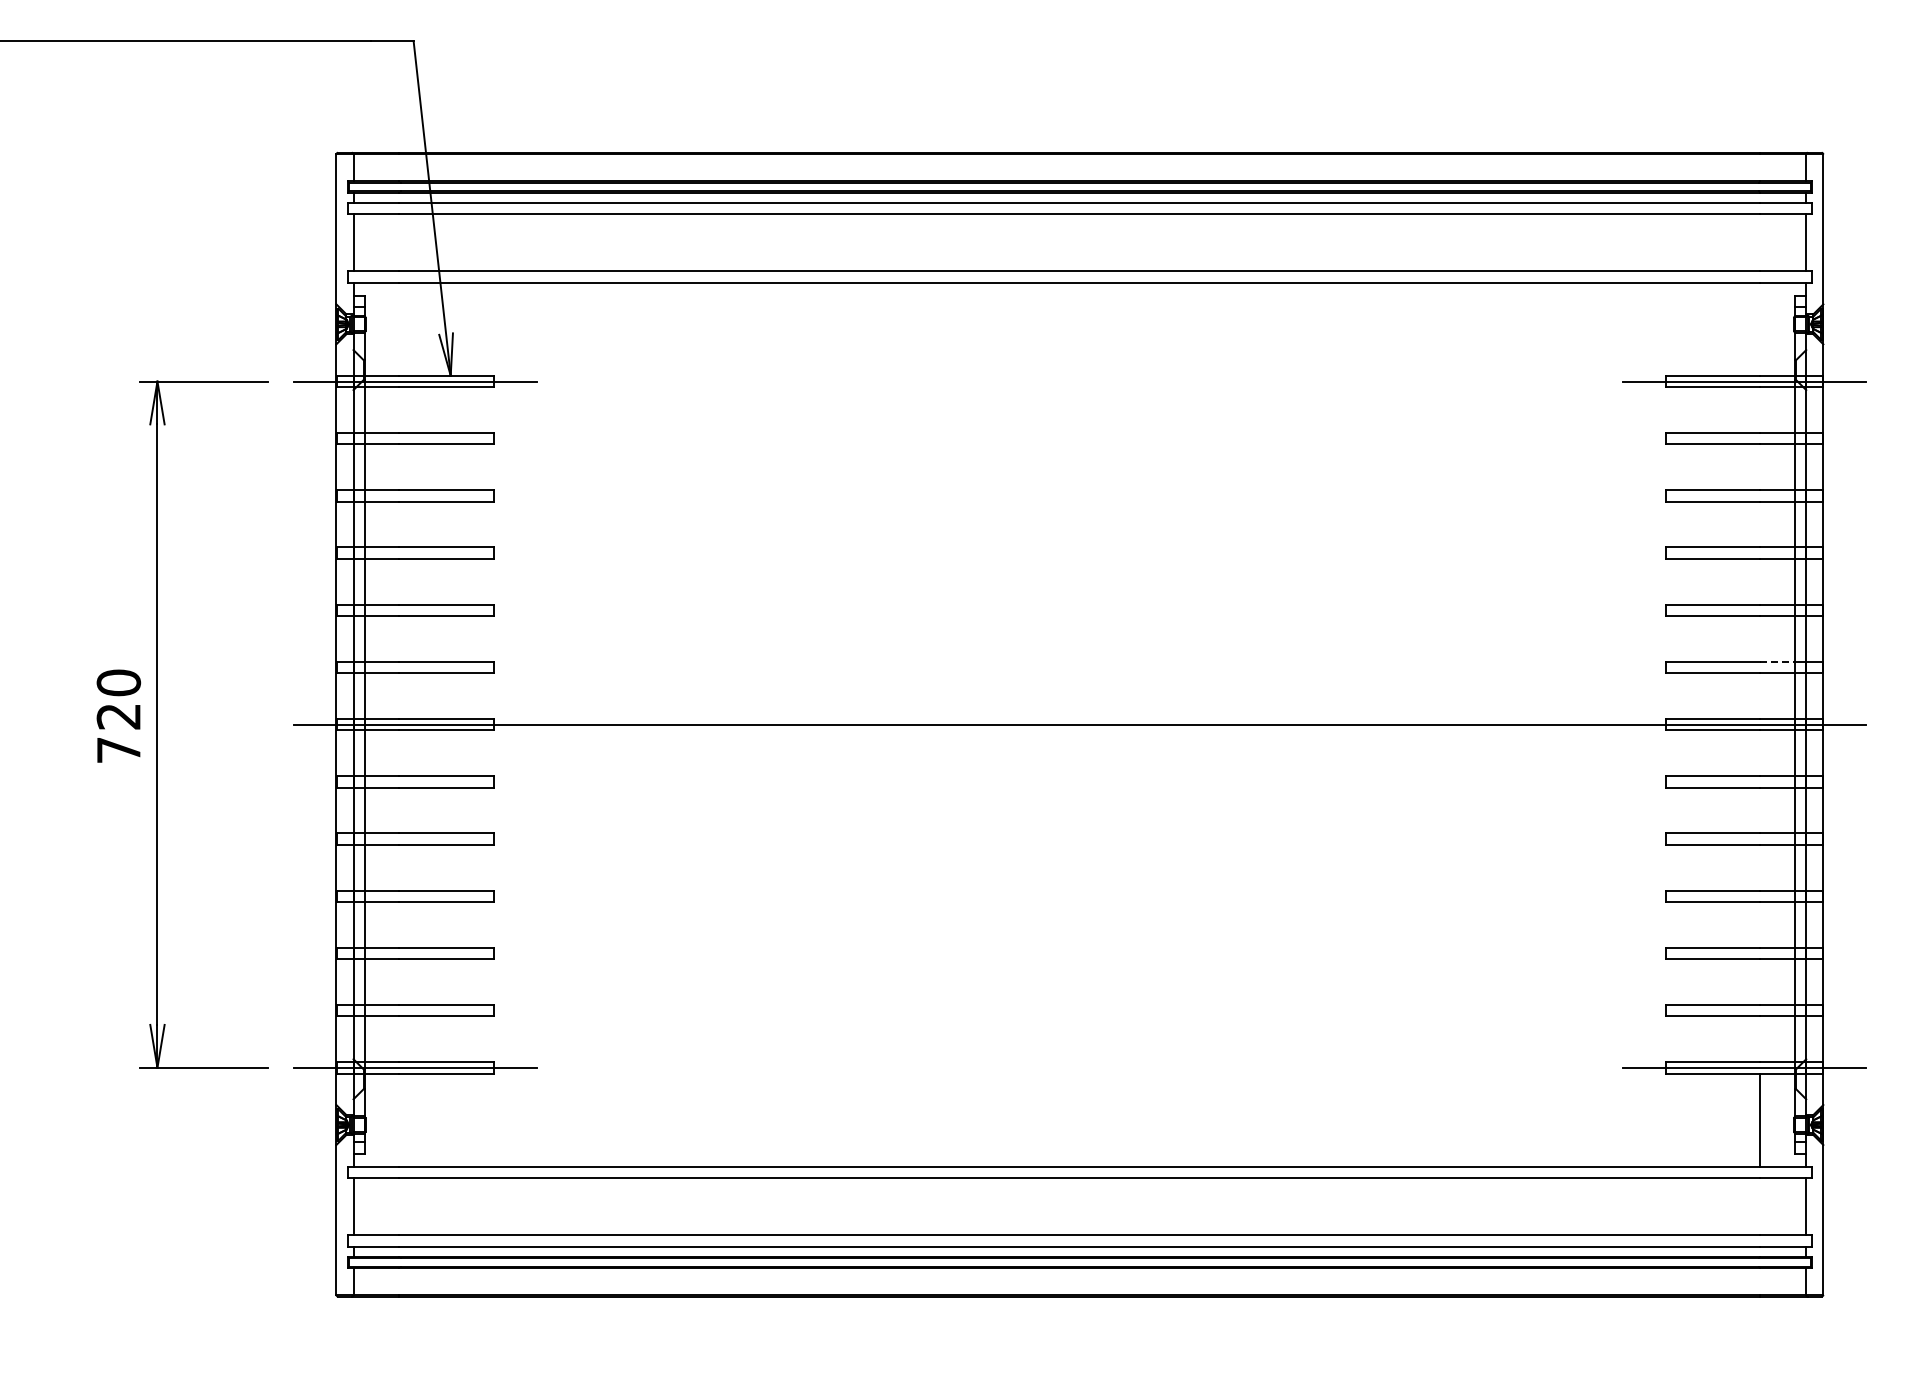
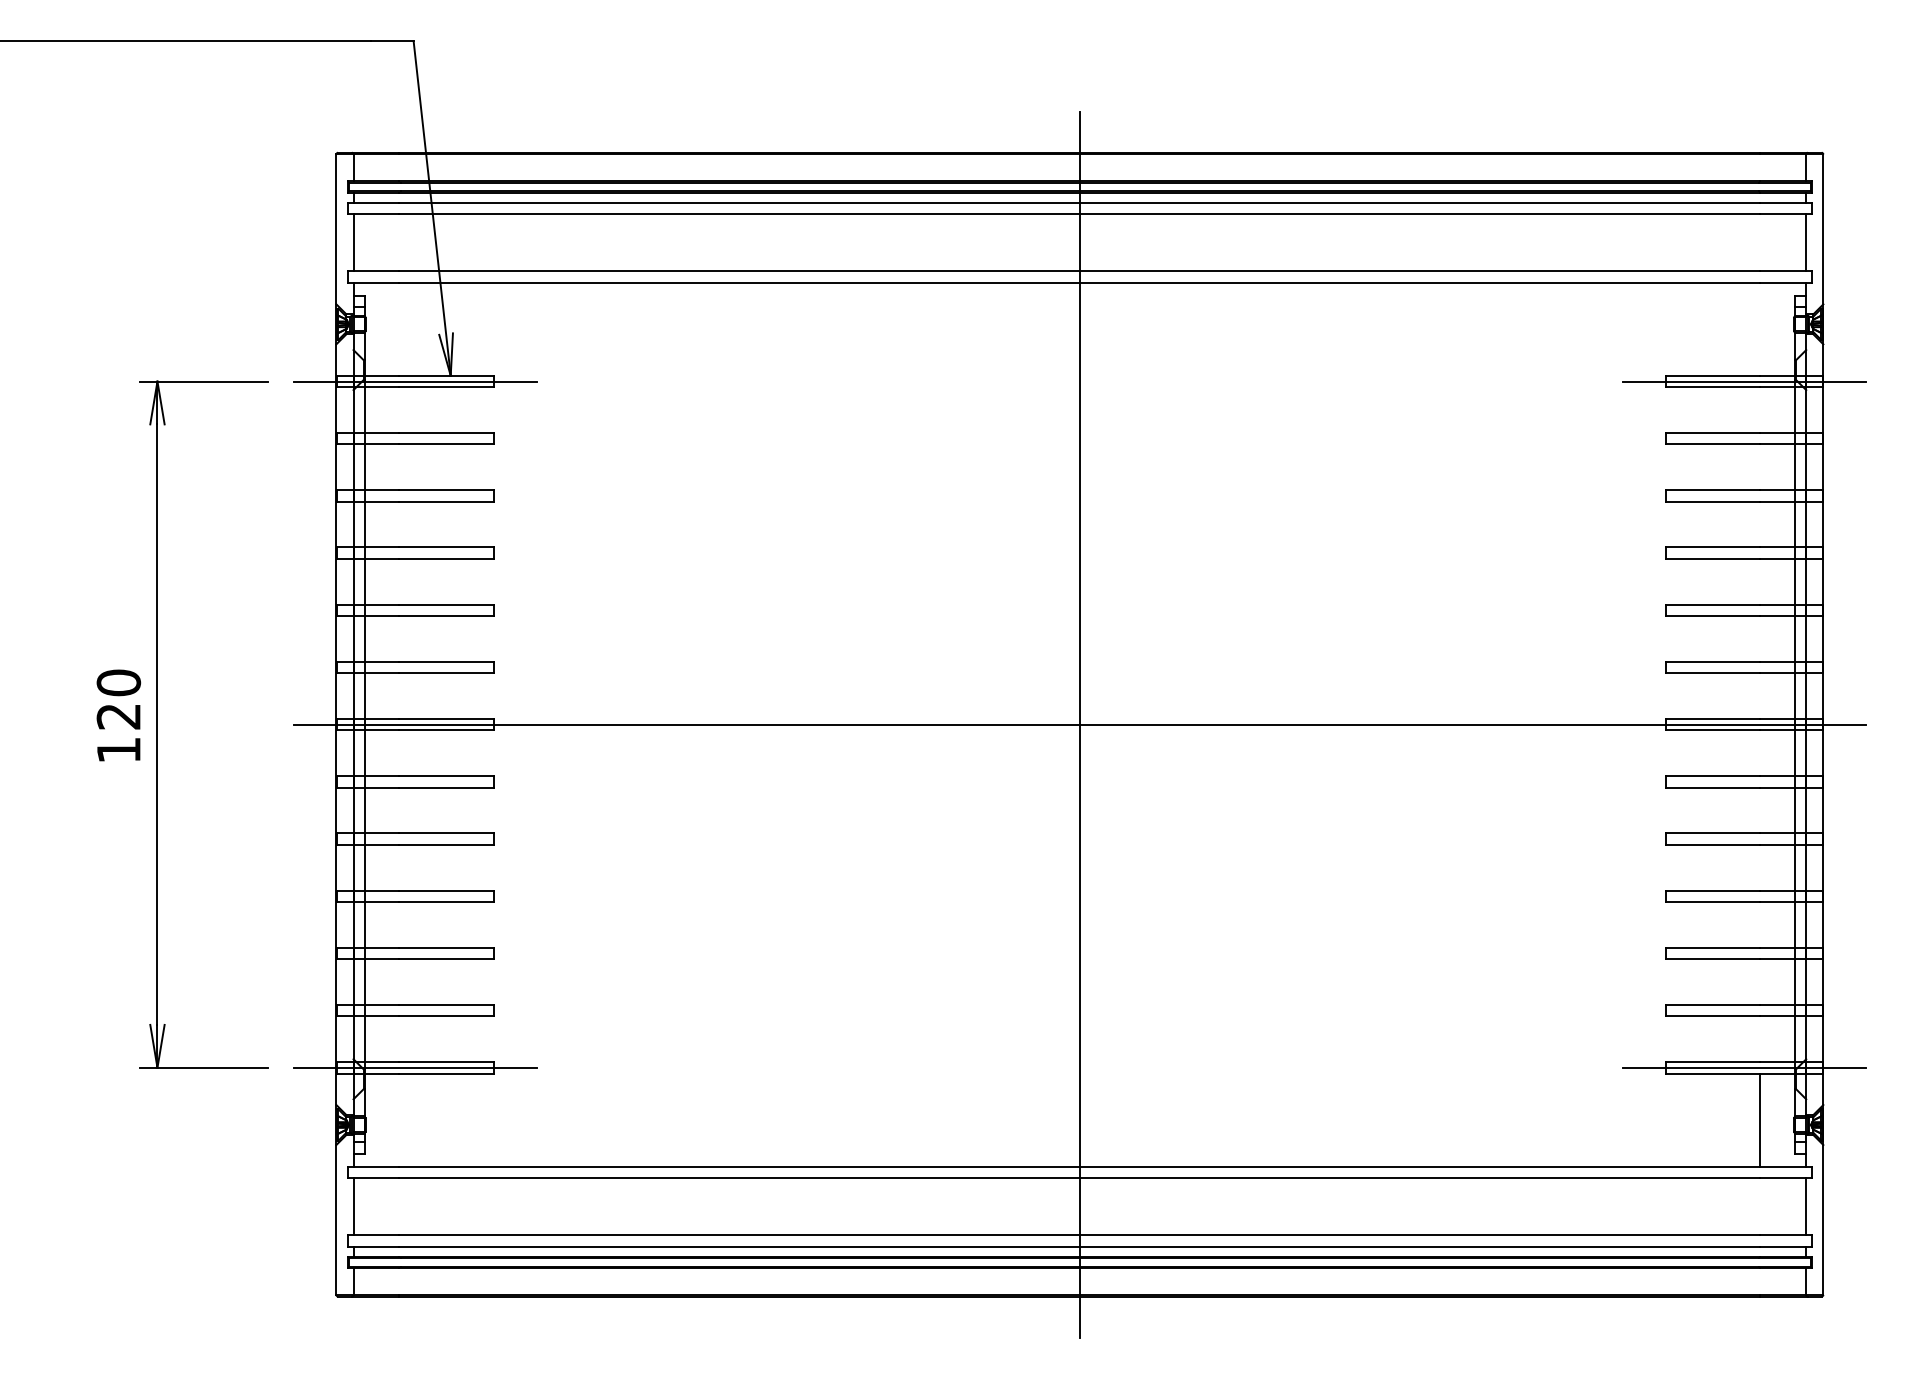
line at (1778, 661): dashed -> solid
line at (1079, 724): none -> present
text at (118, 750): 720 -> 120
